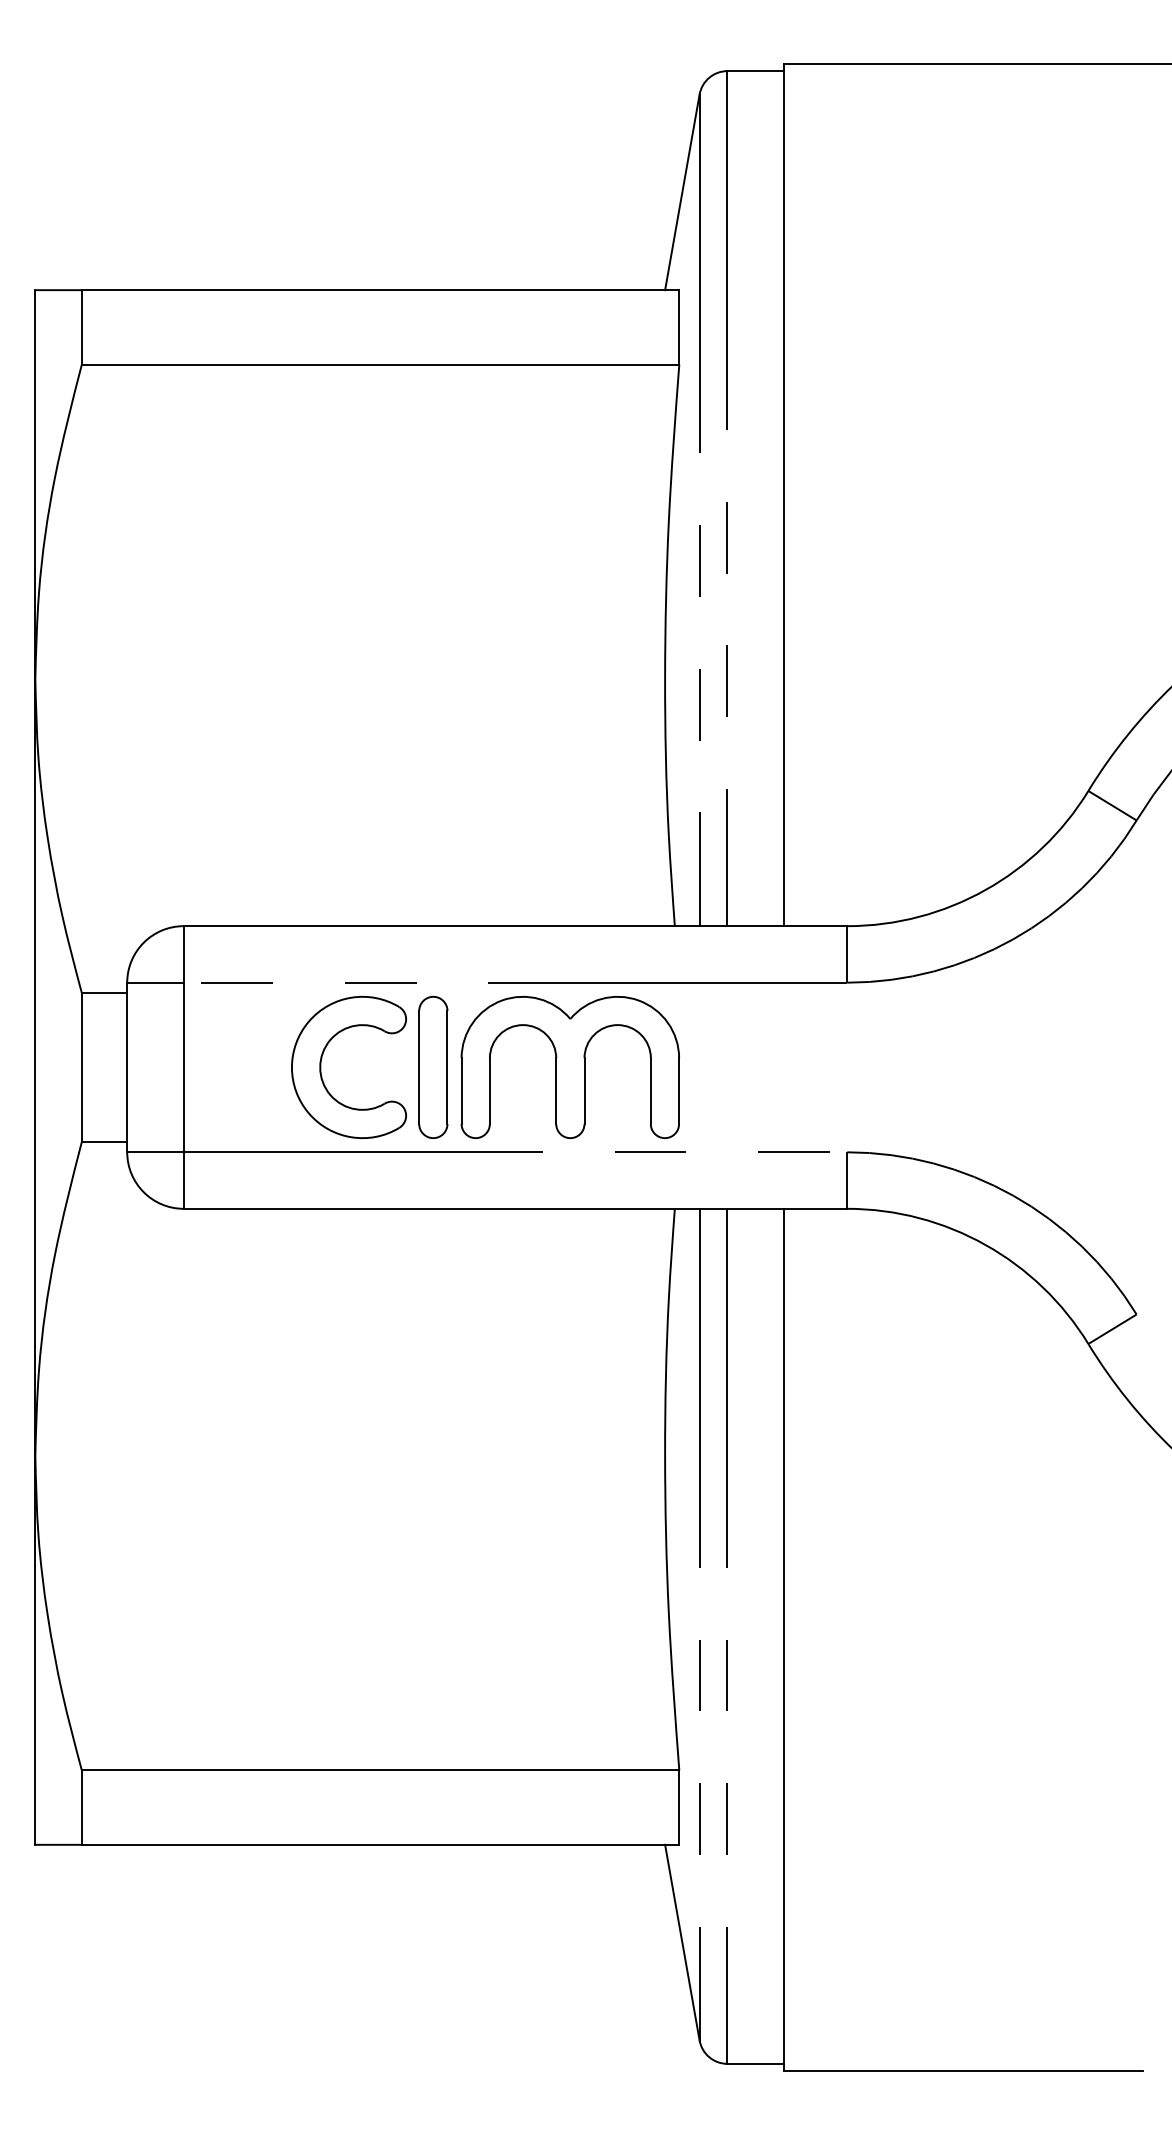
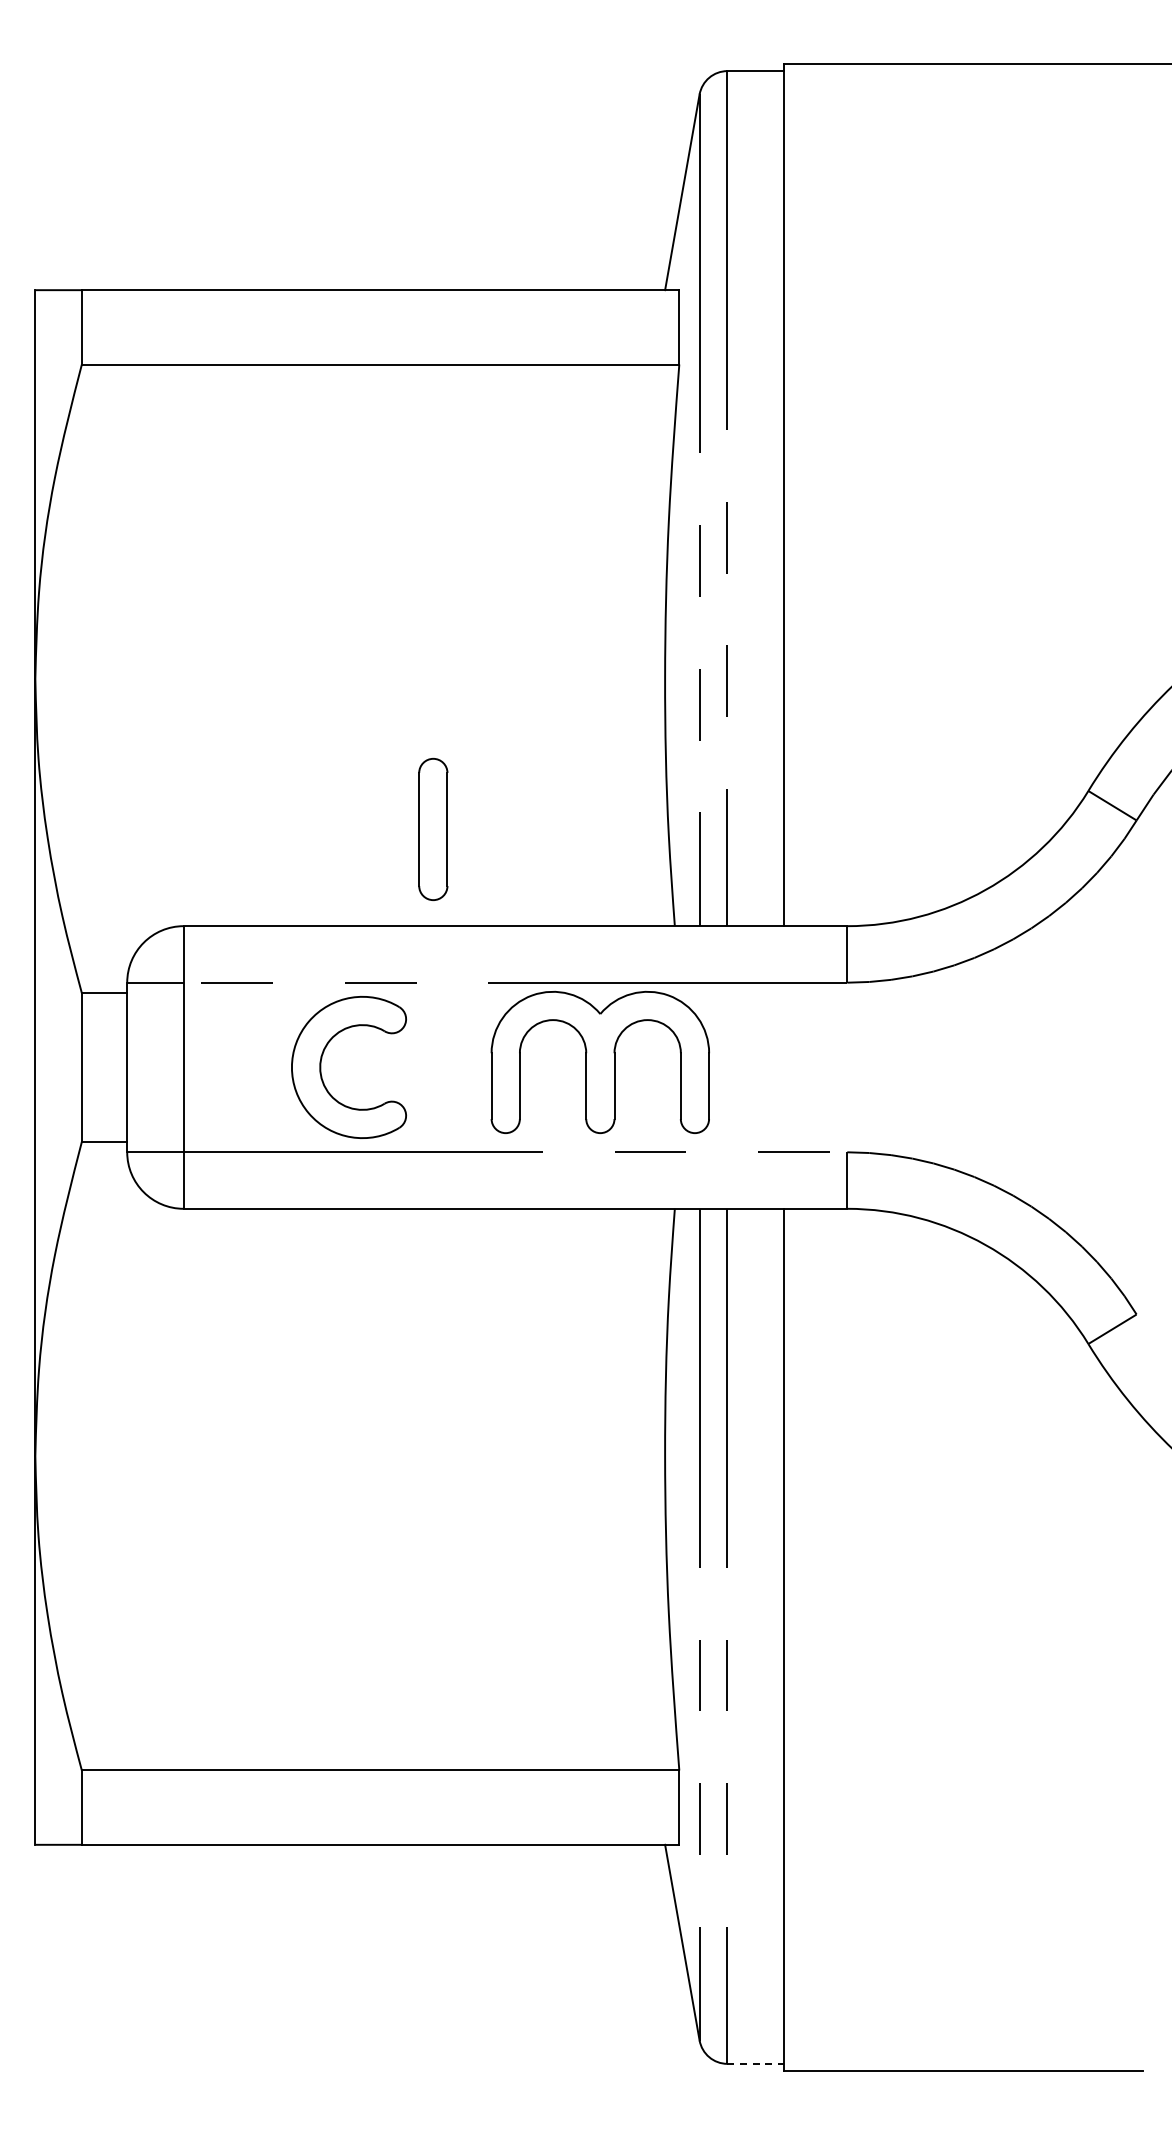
part at (433, 1066) position: (433, 1066) -> (433, 828)
part at (569, 1066) position: (569, 1066) -> (599, 1061)
line at (756, 2063): solid -> dashed
